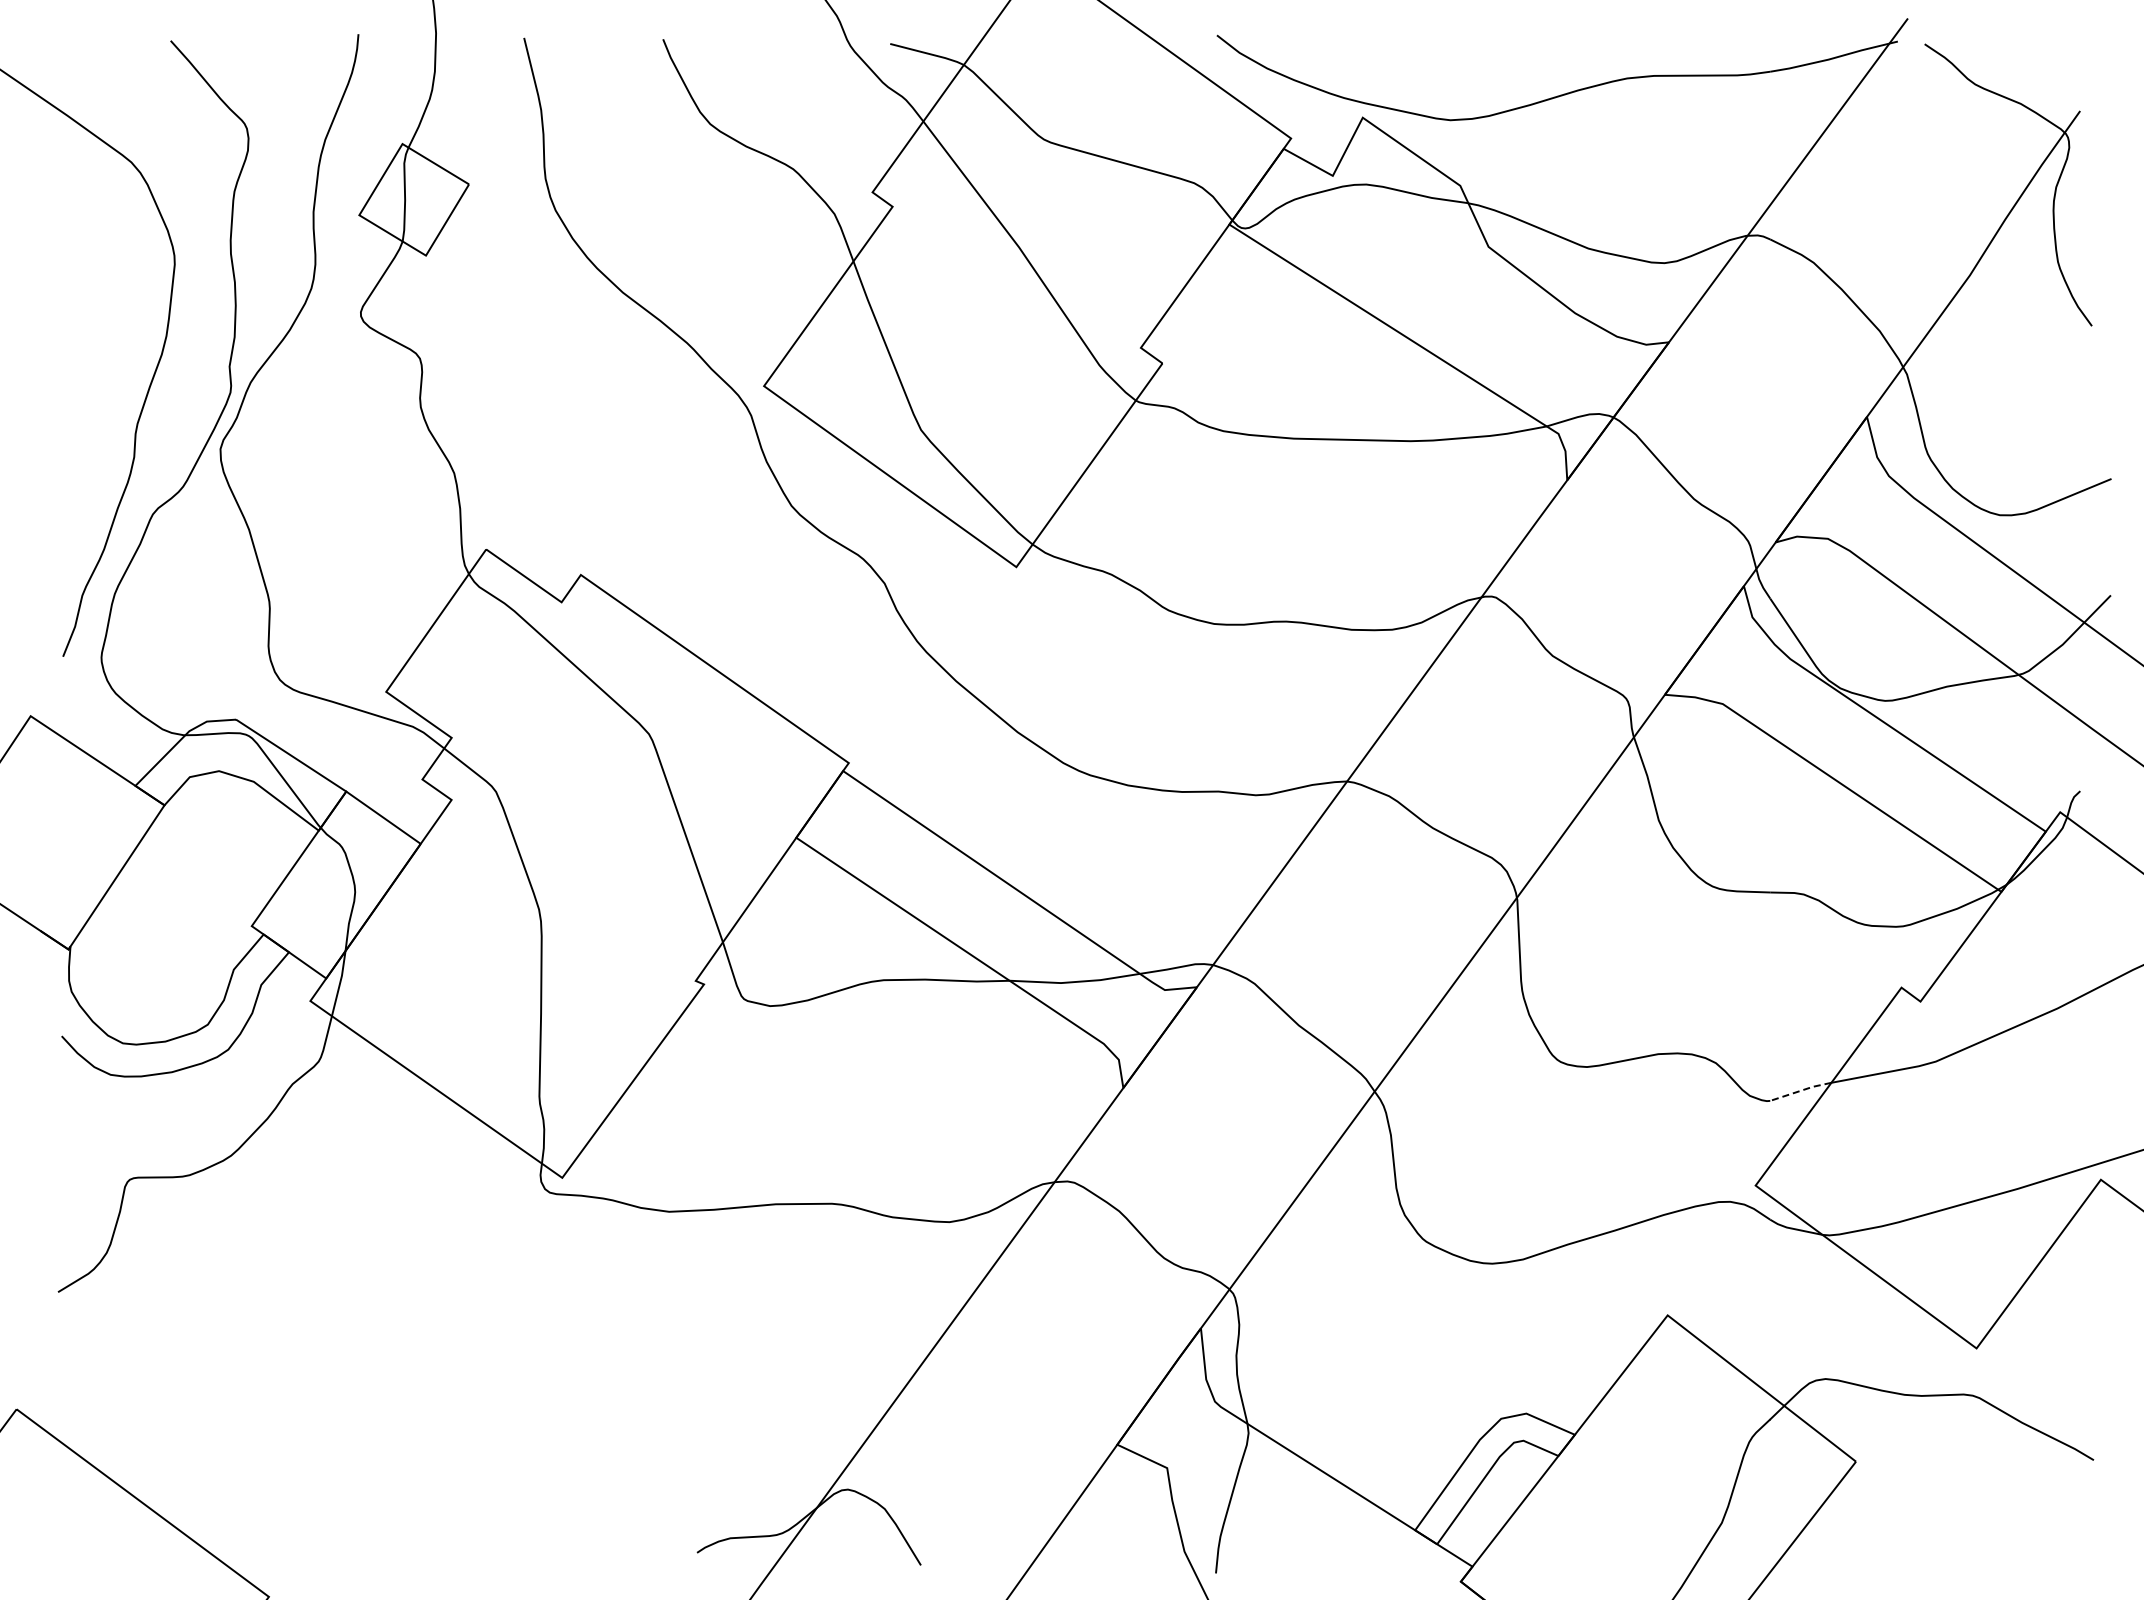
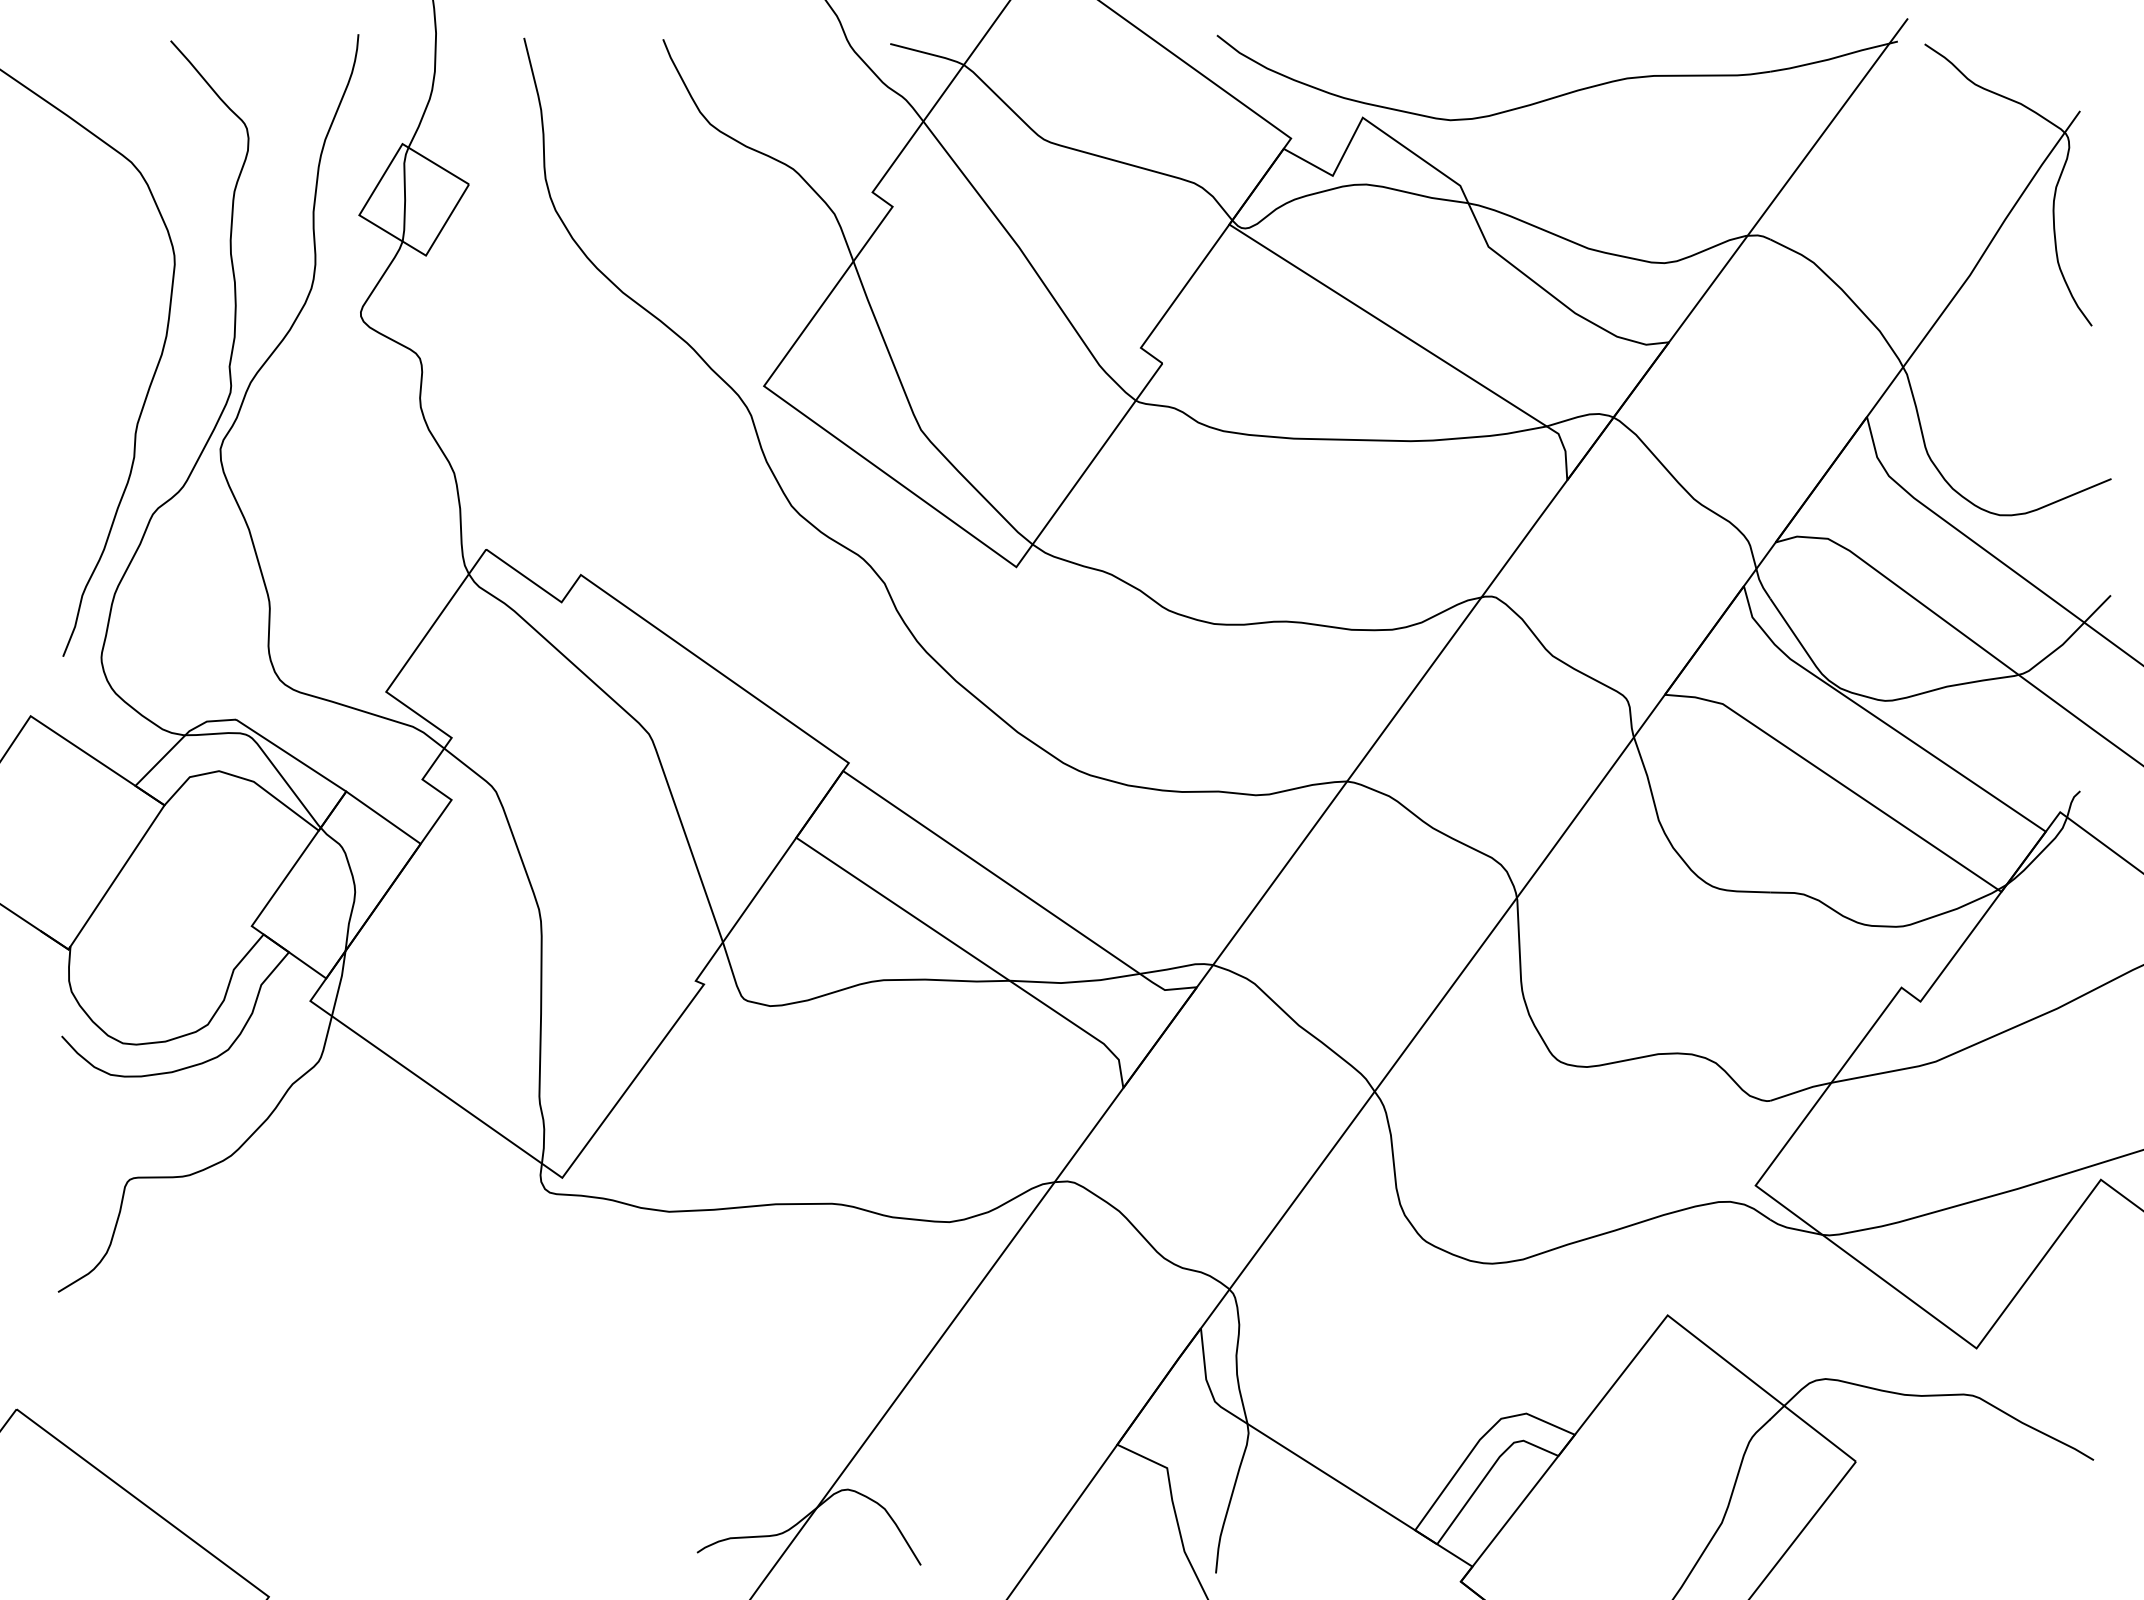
line at (1800, 1090): dashed -> solid
